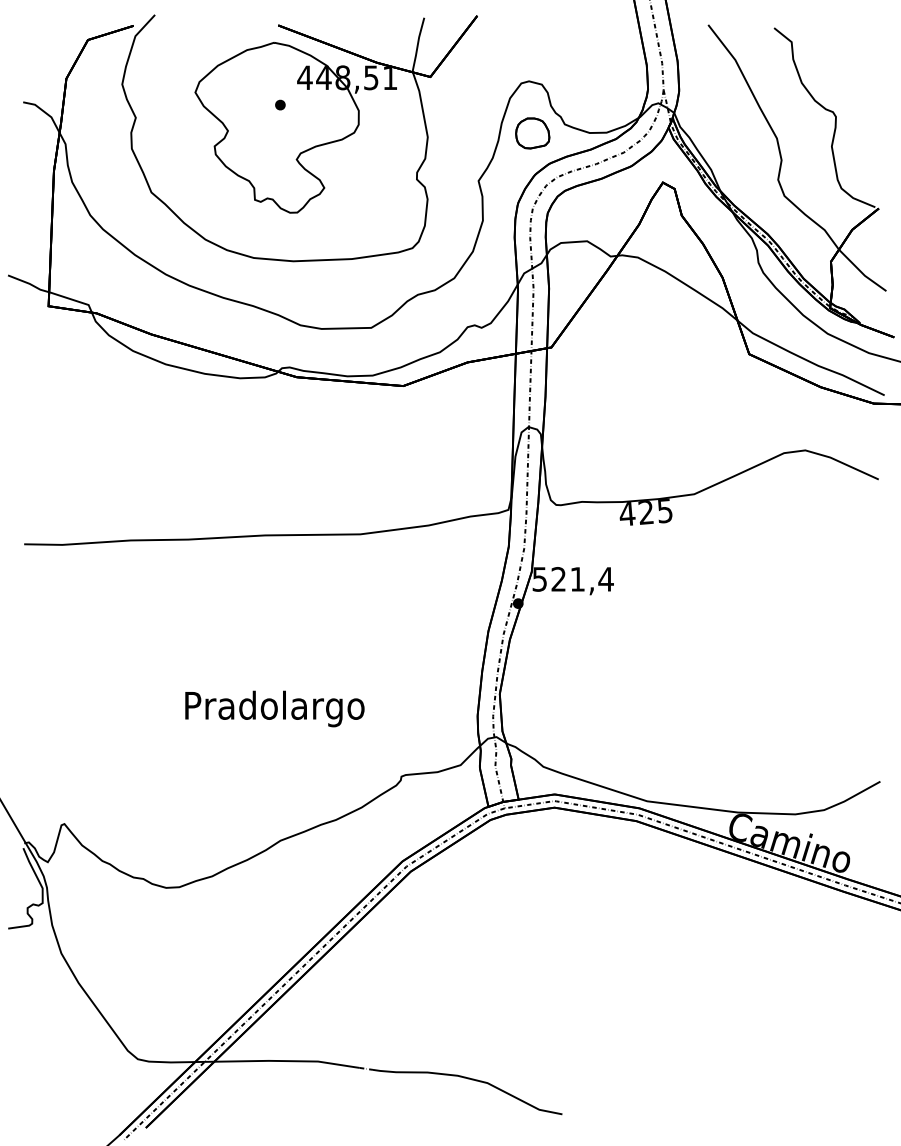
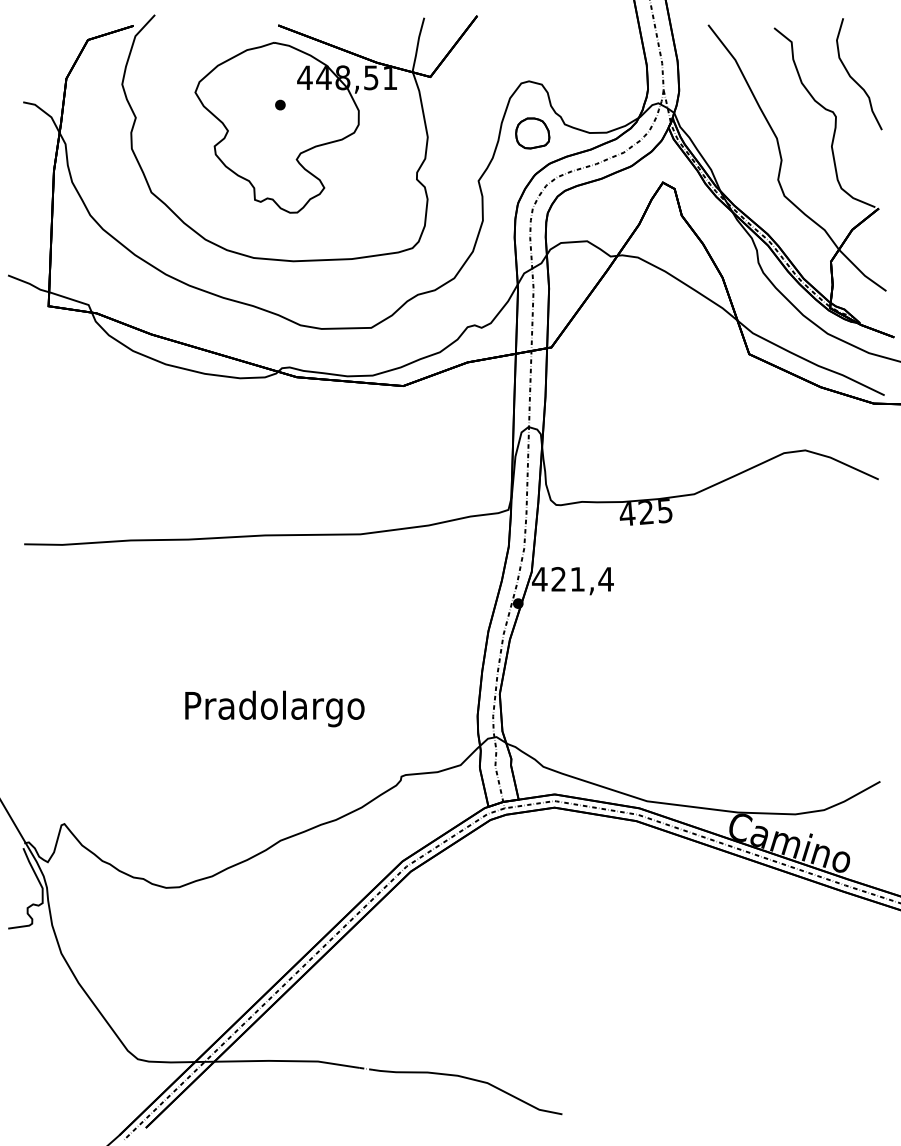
curve at (854, 79): none -> present
text at (539, 579): 521,4 -> 421,4
